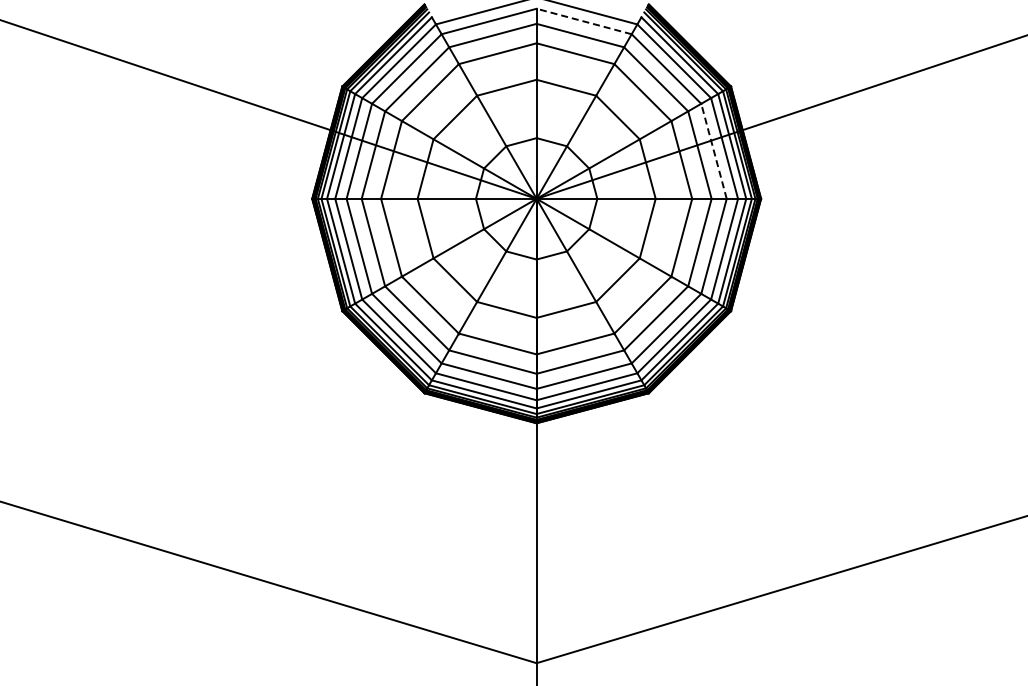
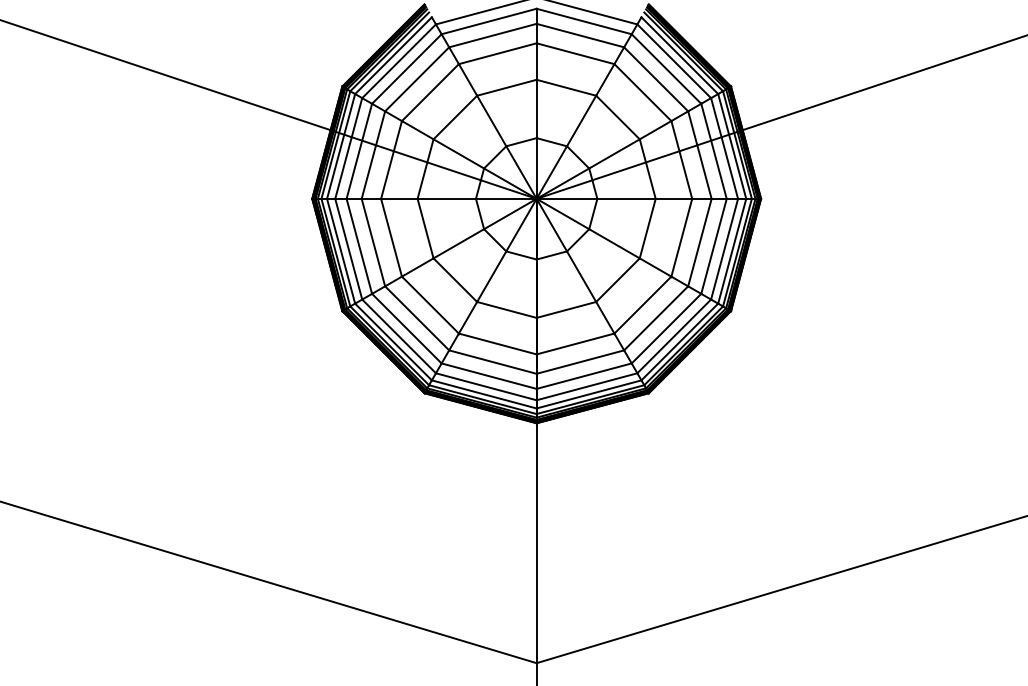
line at (583, 21): dashed -> solid
line at (713, 150): dashed -> solid
